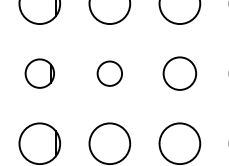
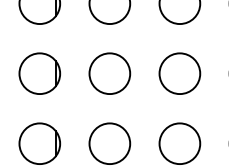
part at (39, 73) size: 31x31 px -> 44x43 px
circle at (109, 73) diameter: 24 px -> 41 px
circle at (179, 73) size: 36x35 px -> 44x43 px
